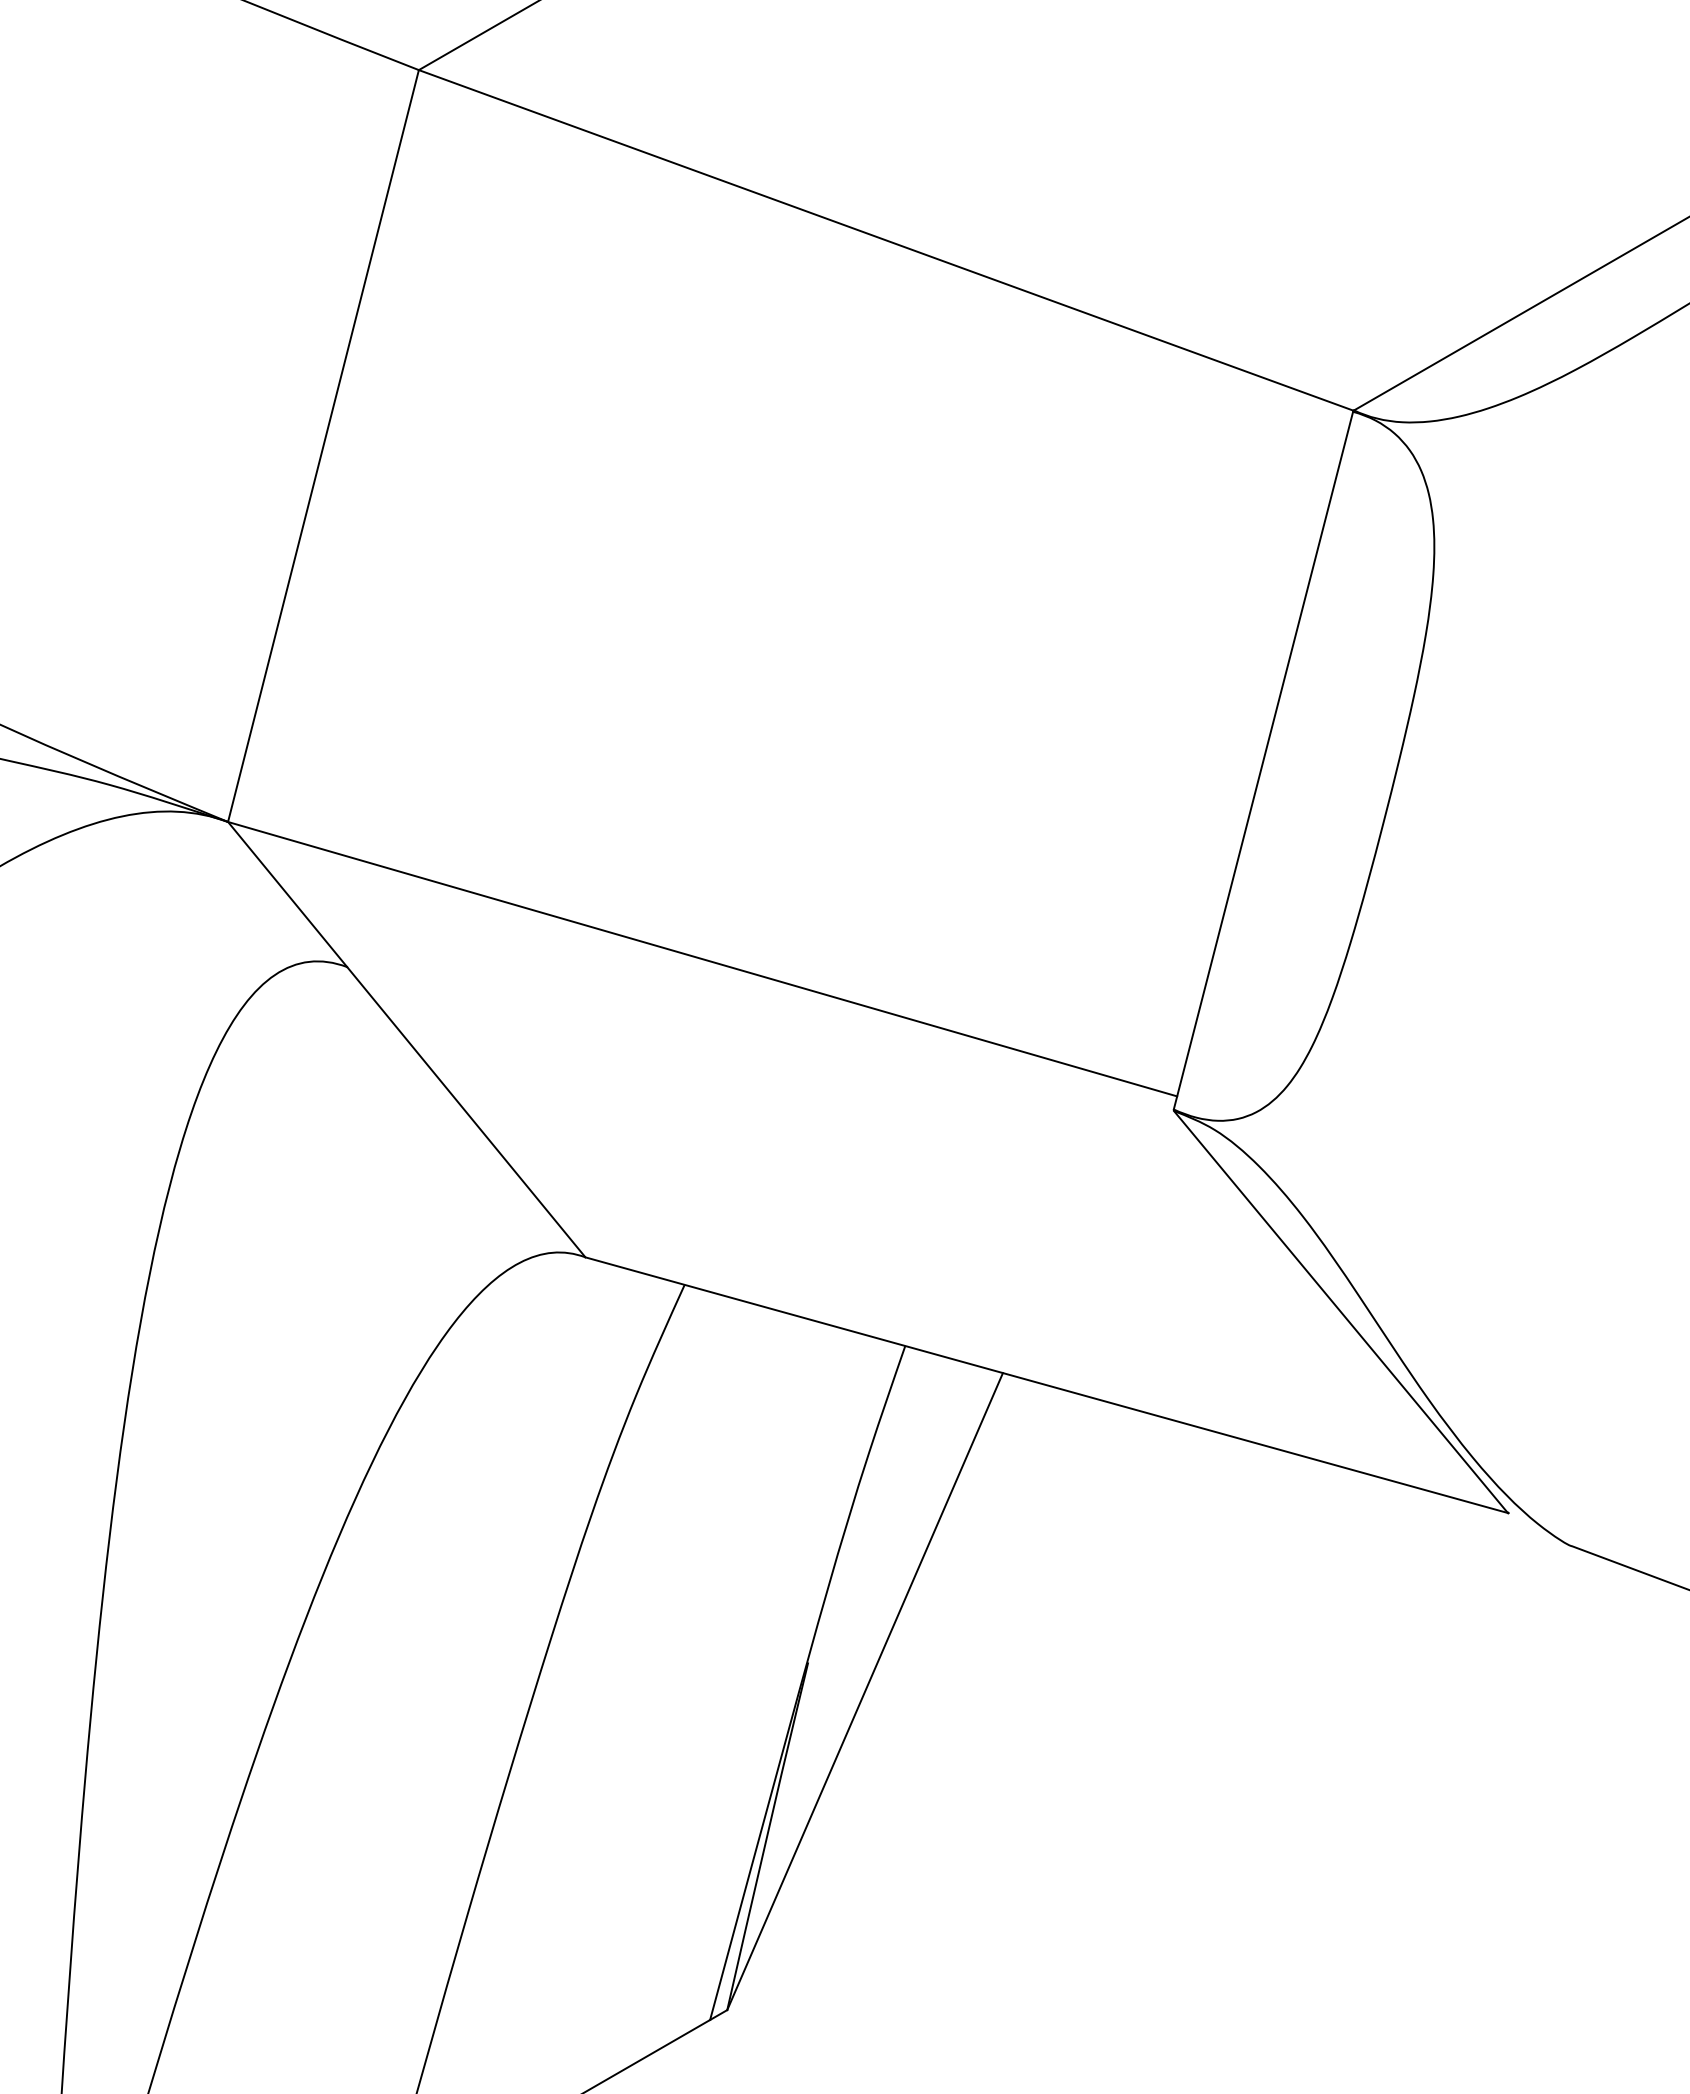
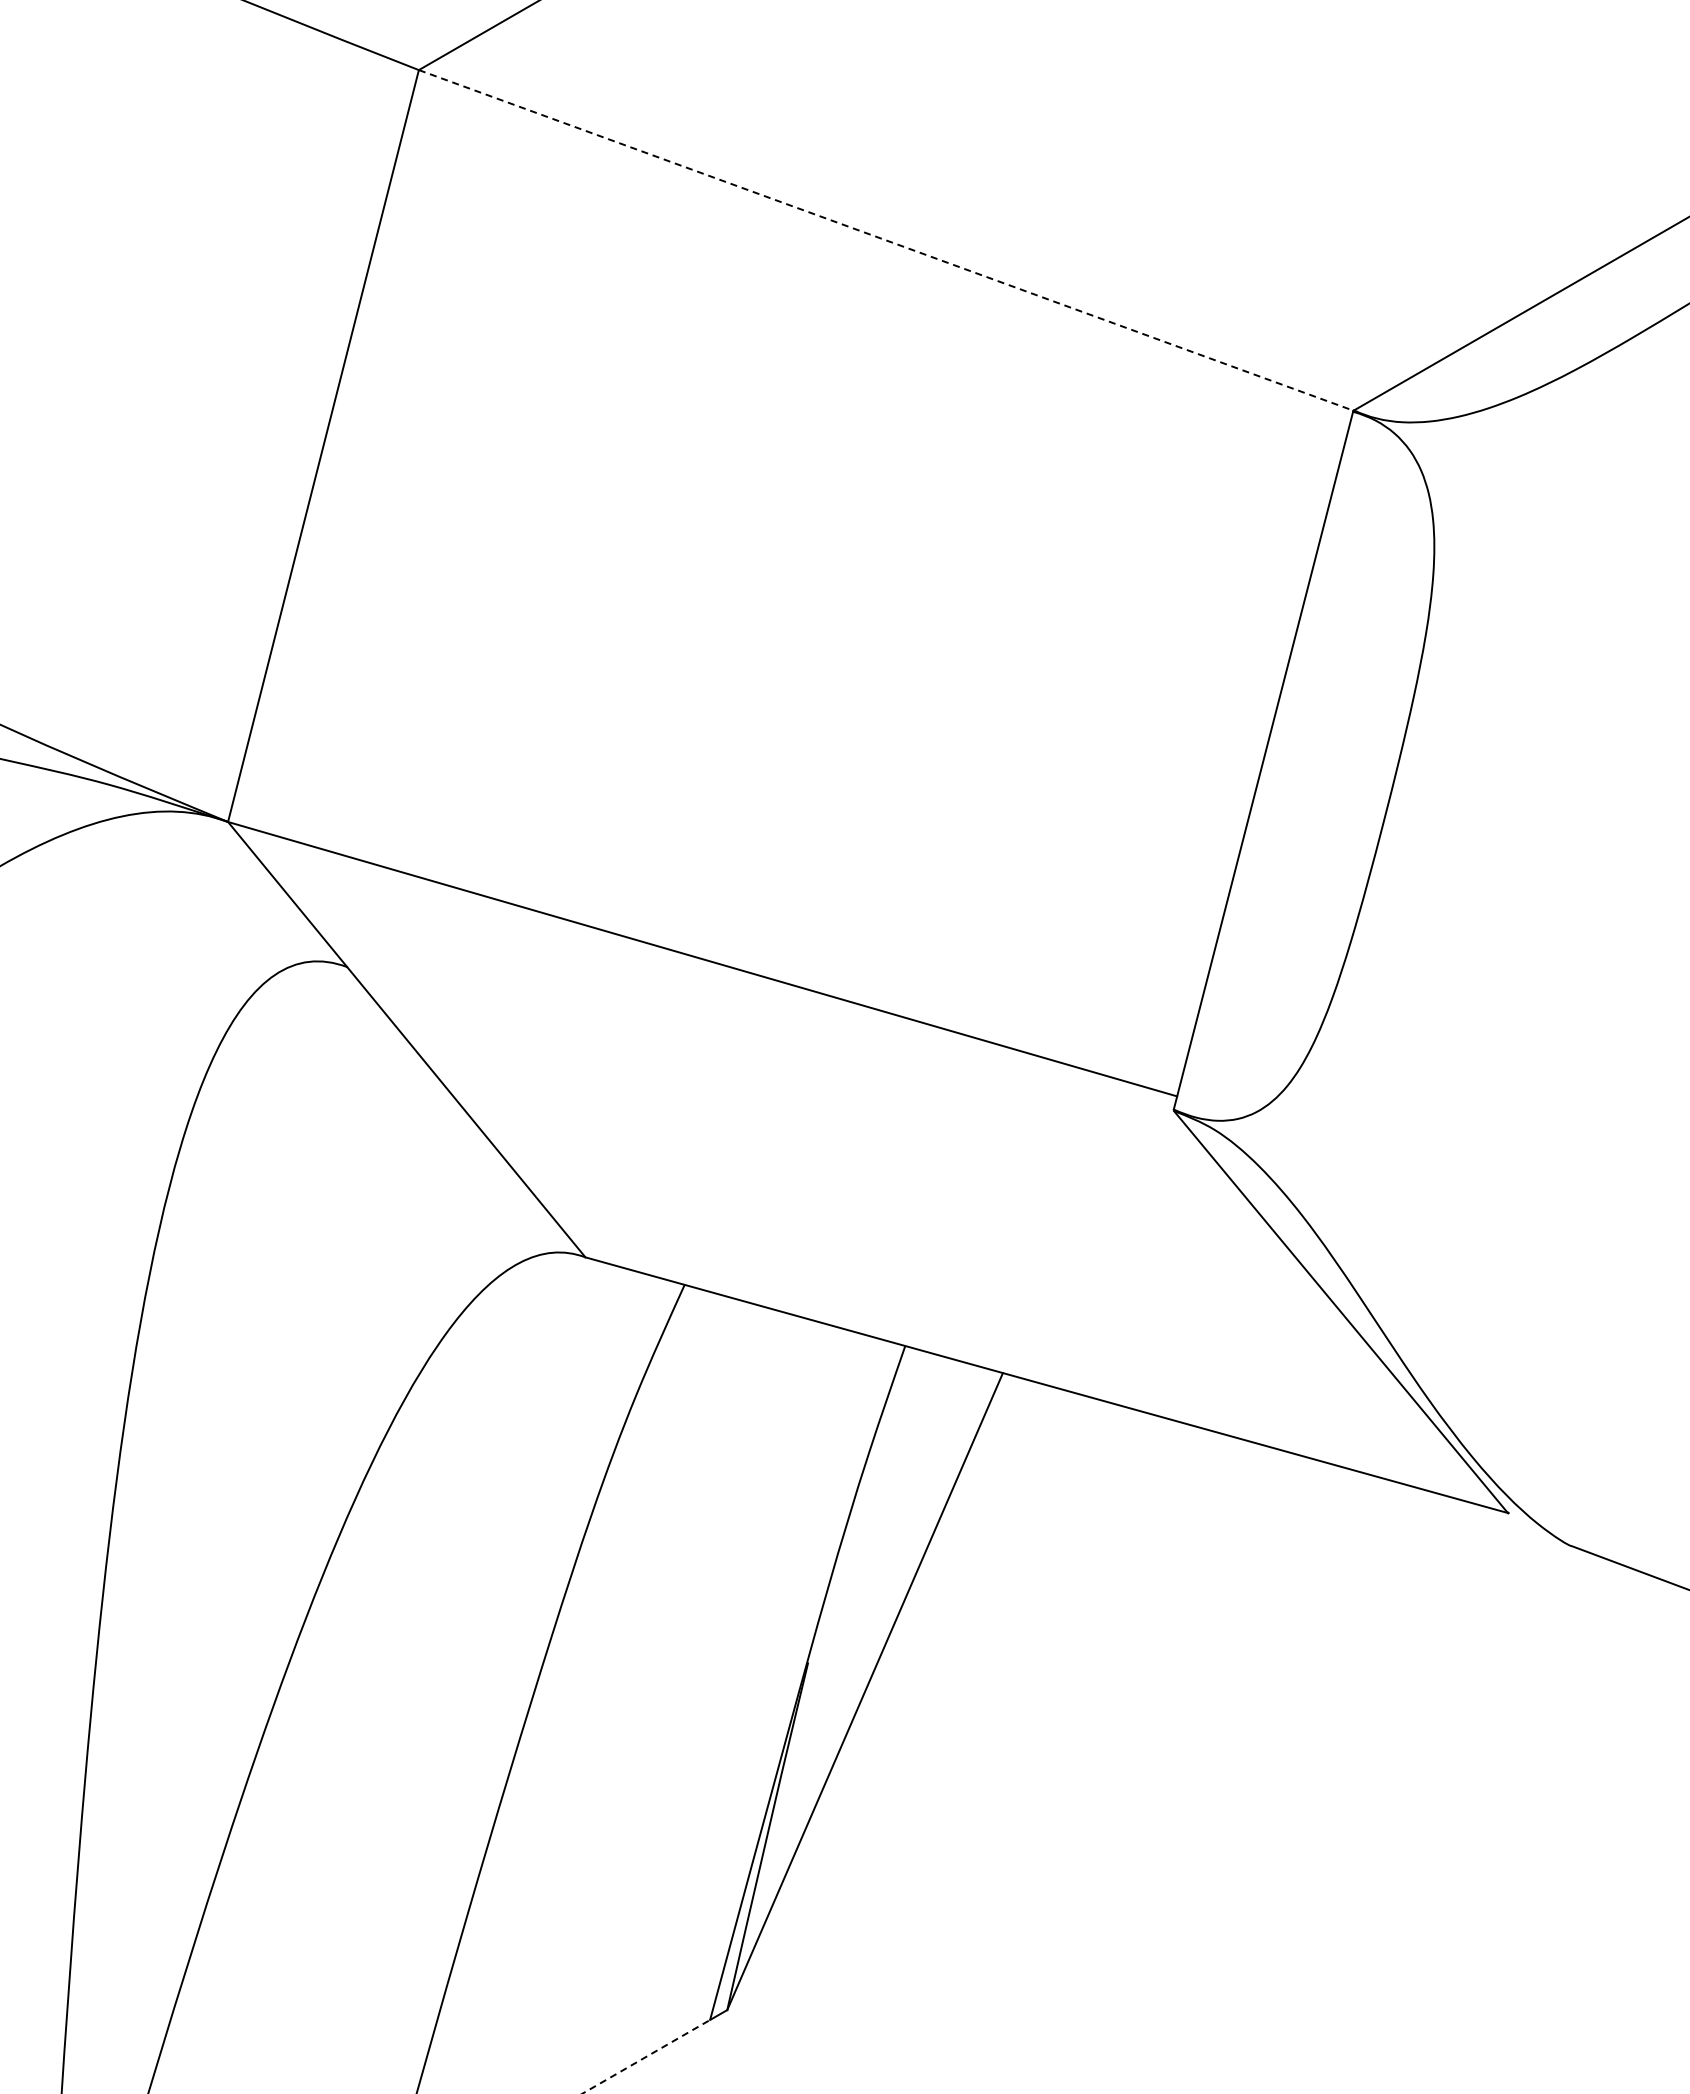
line at (886, 240): solid -> dashed
line at (646, 2056): solid -> dashed
